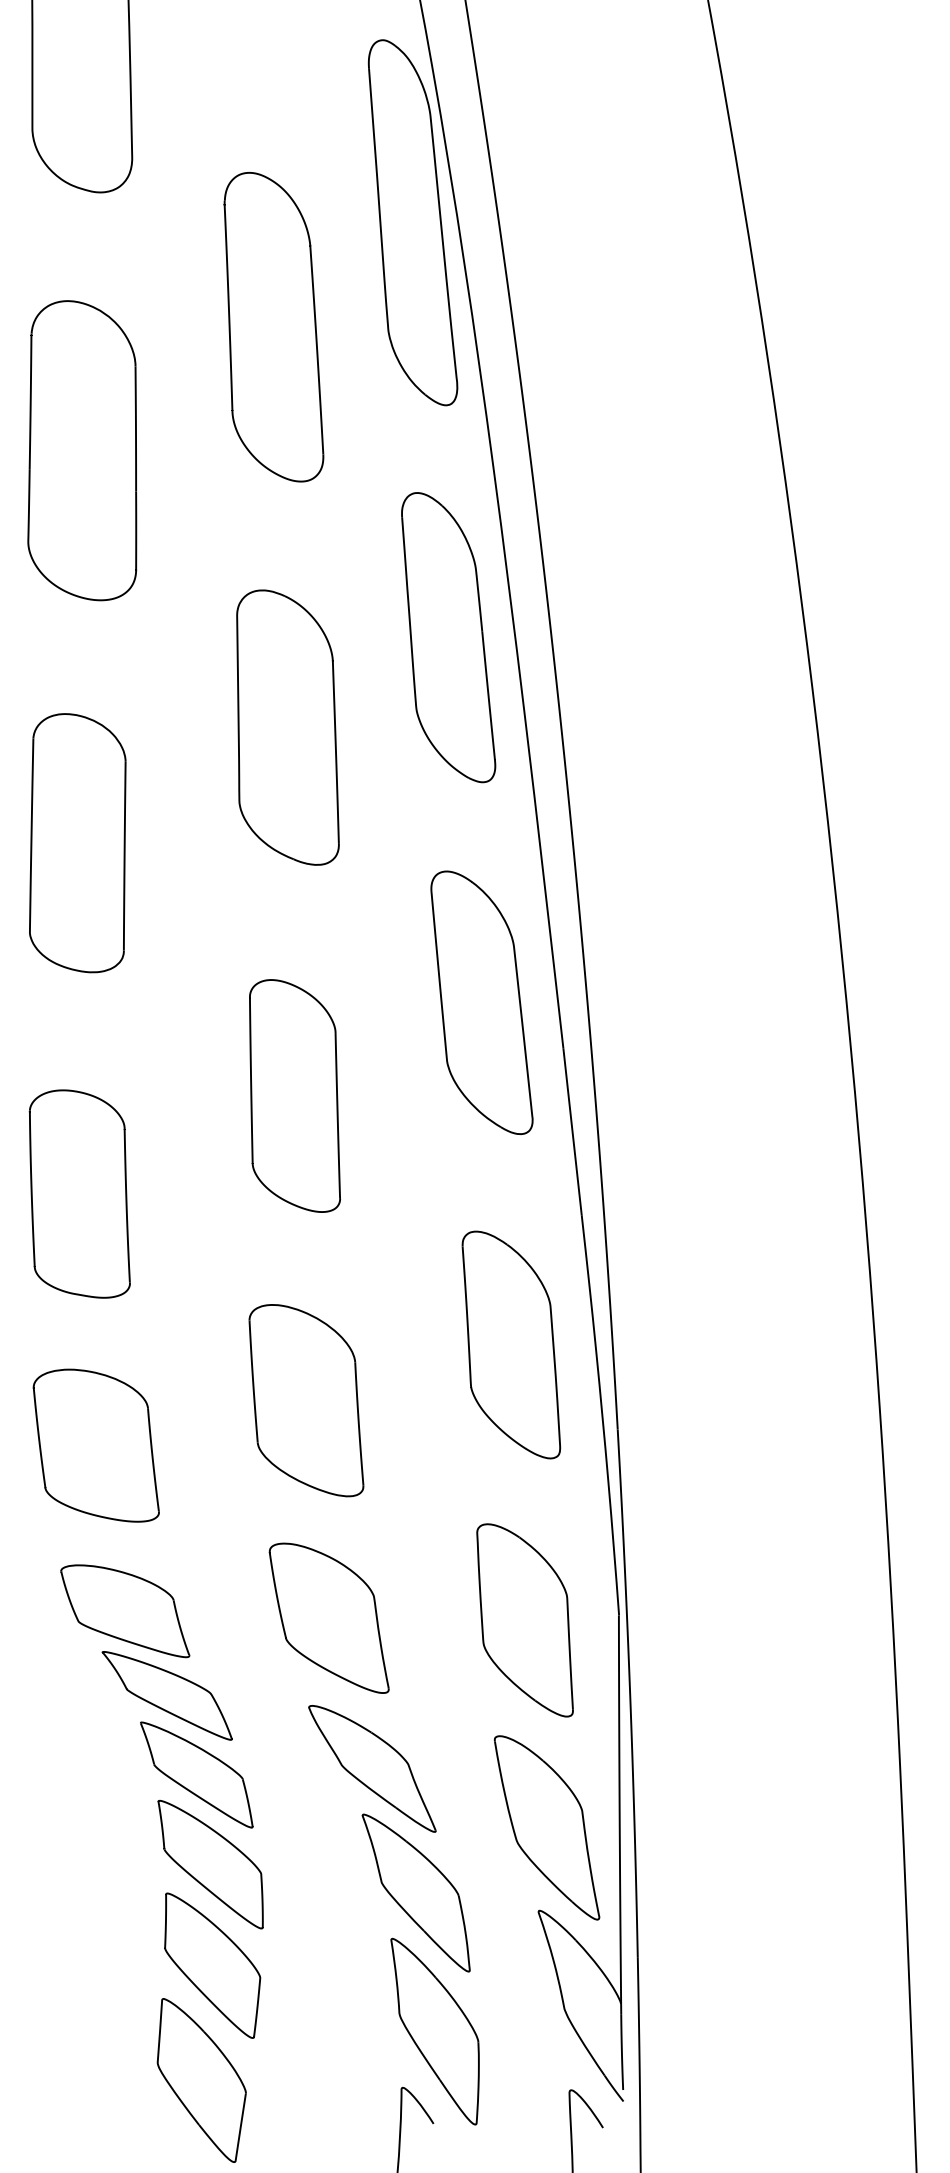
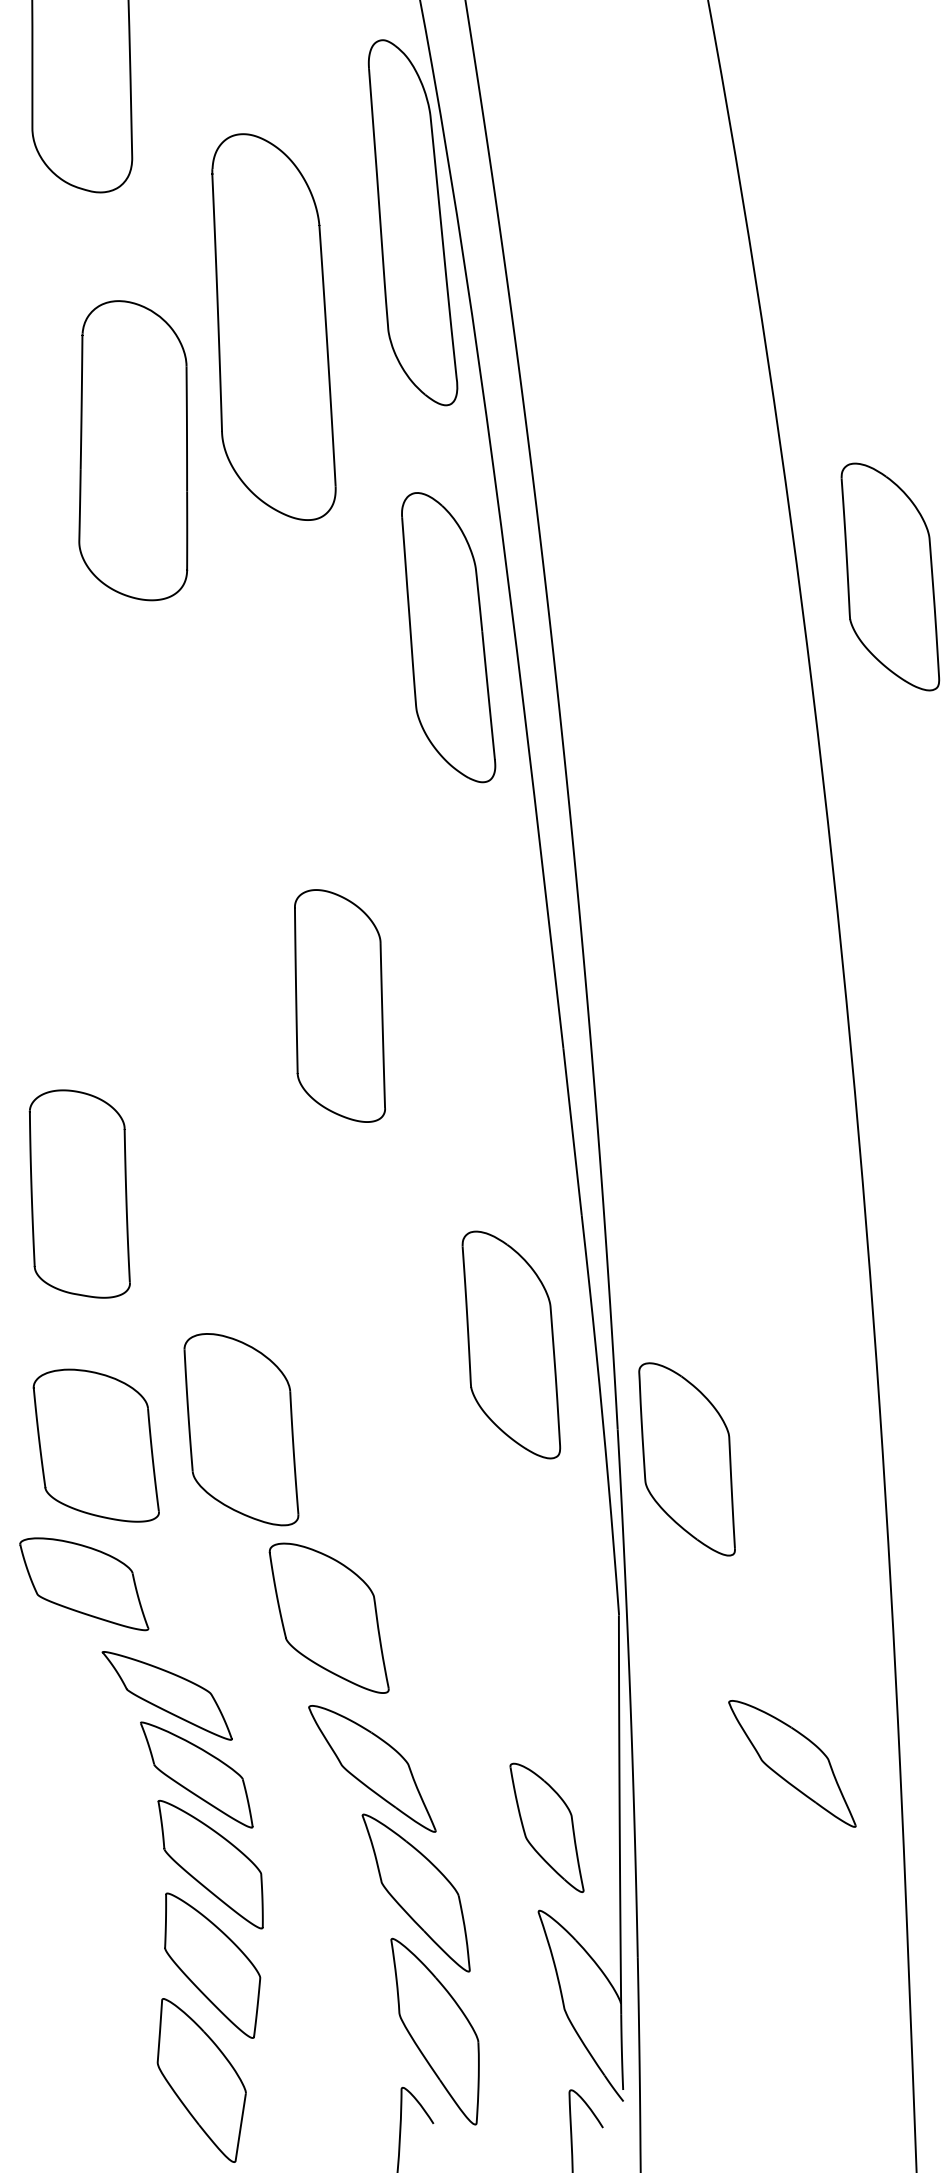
part at (273, 327) size: 102x311 px -> 126x388 px
part at (82, 450) position: (82, 450) -> (133, 450)
part at (890, 576): none -> present
part at (287, 727): present -> none
part at (77, 843): present -> none
part at (481, 1002): present -> none
part at (294, 1095) position: (294, 1095) -> (339, 1005)
part at (306, 1400) position: (306, 1400) -> (241, 1429)
part at (125, 1611) position: (125, 1611) -> (84, 1584)
part at (524, 1620) position: (524, 1620) -> (686, 1459)
part at (792, 1763): none -> present
part at (546, 1827) size: 108x186 px -> 76x131 px
